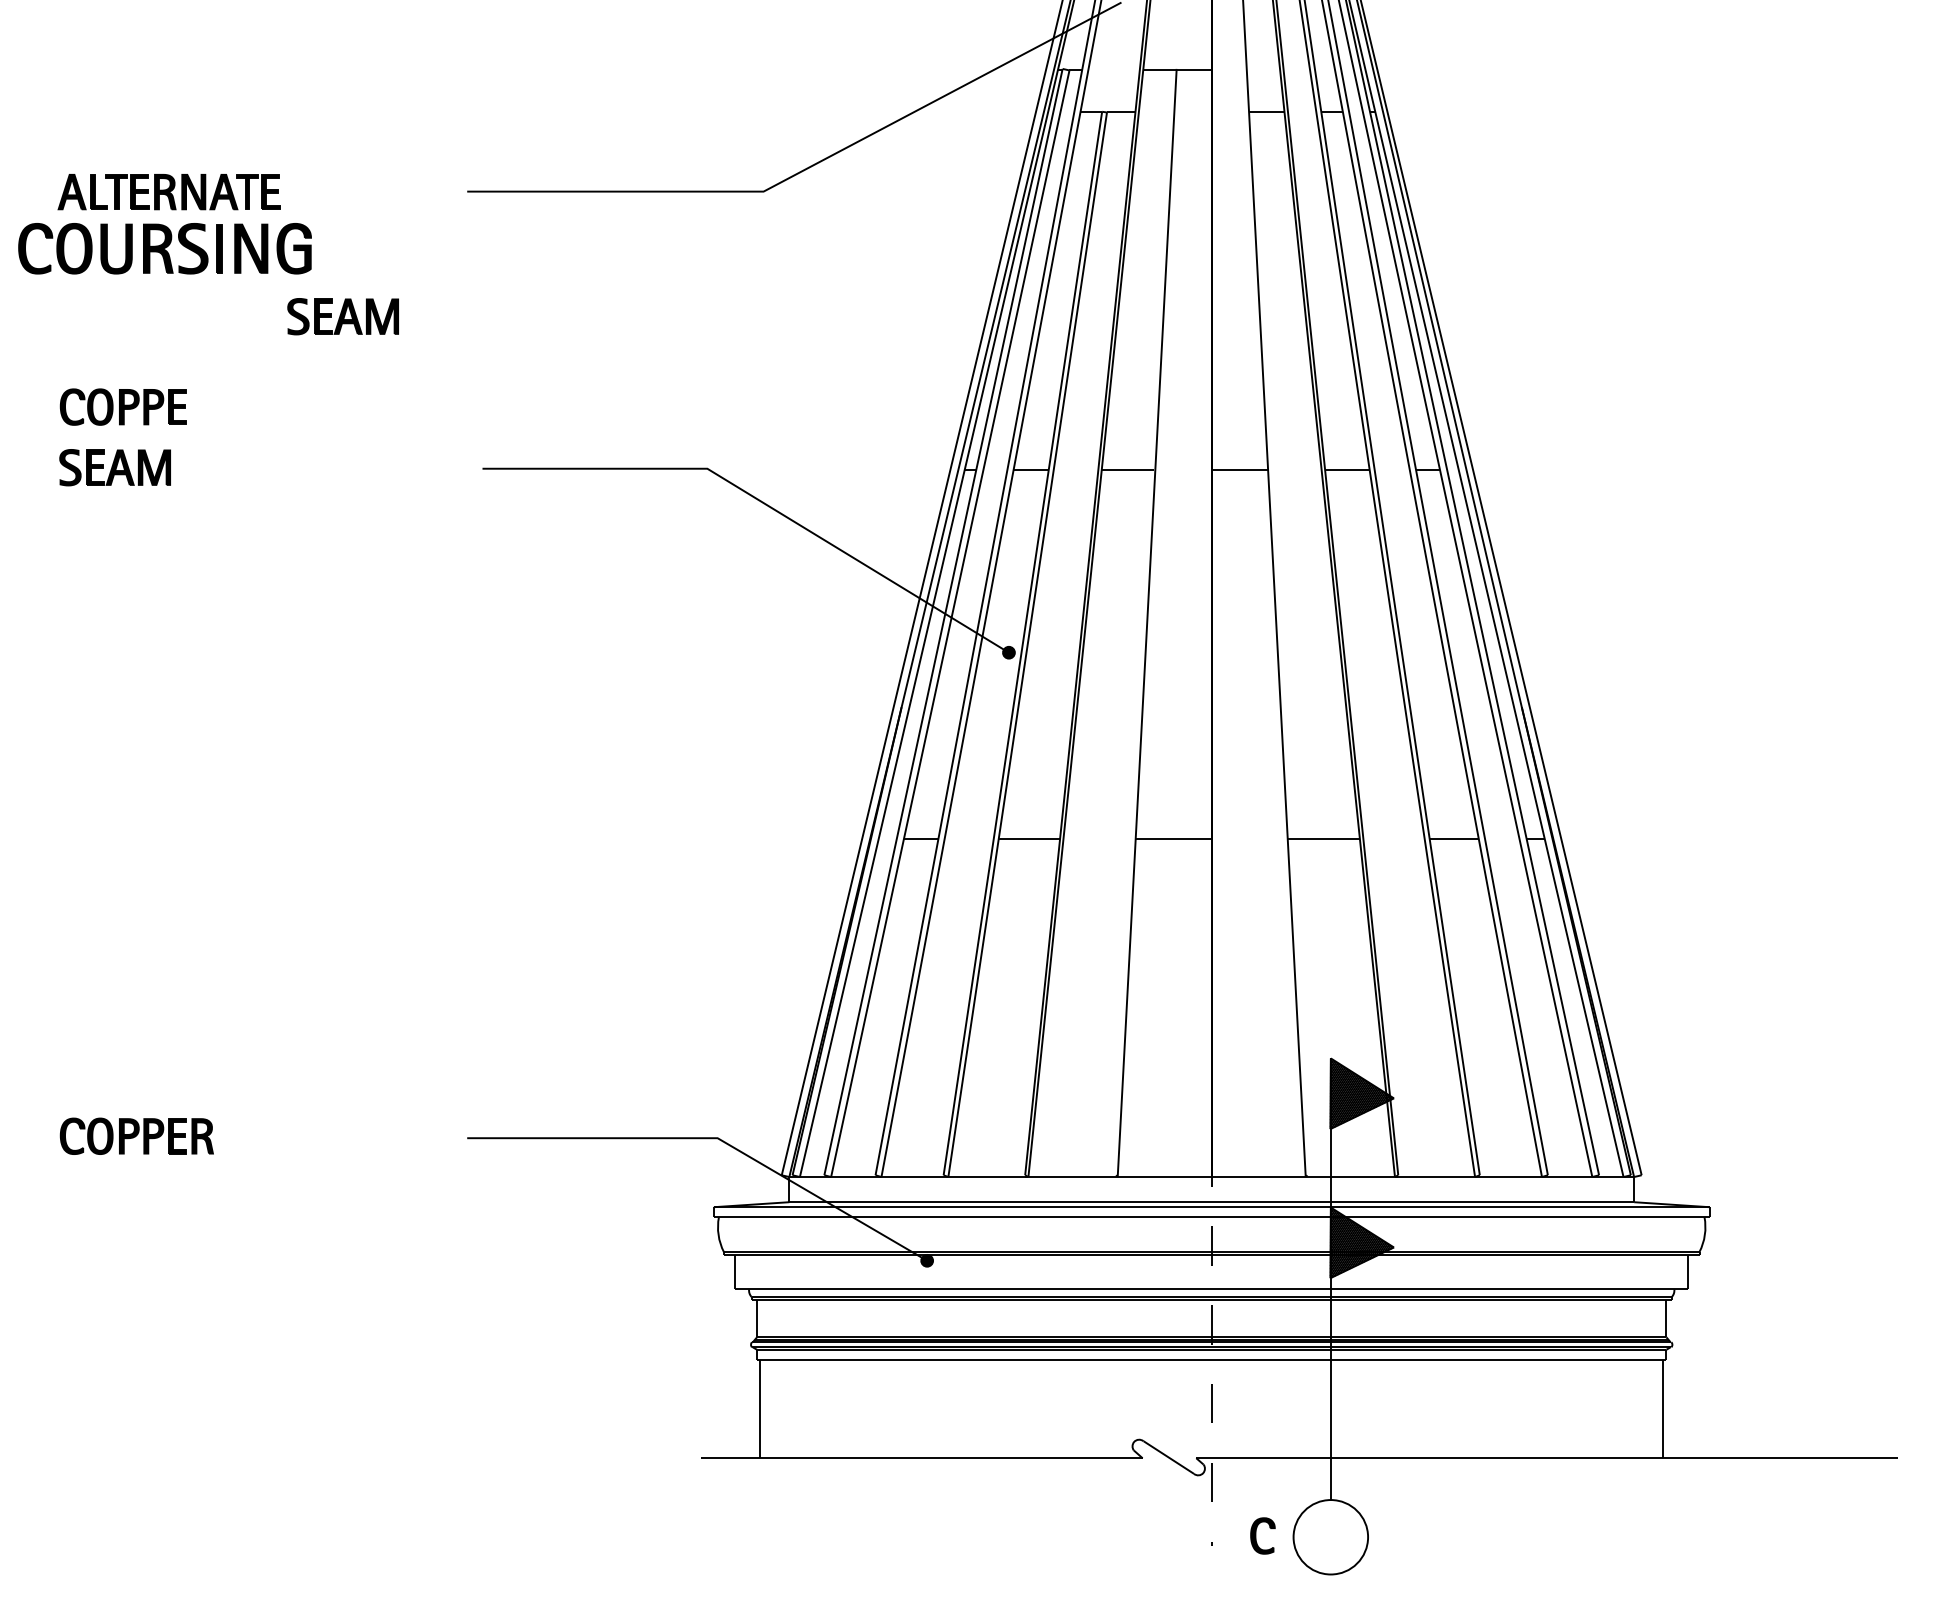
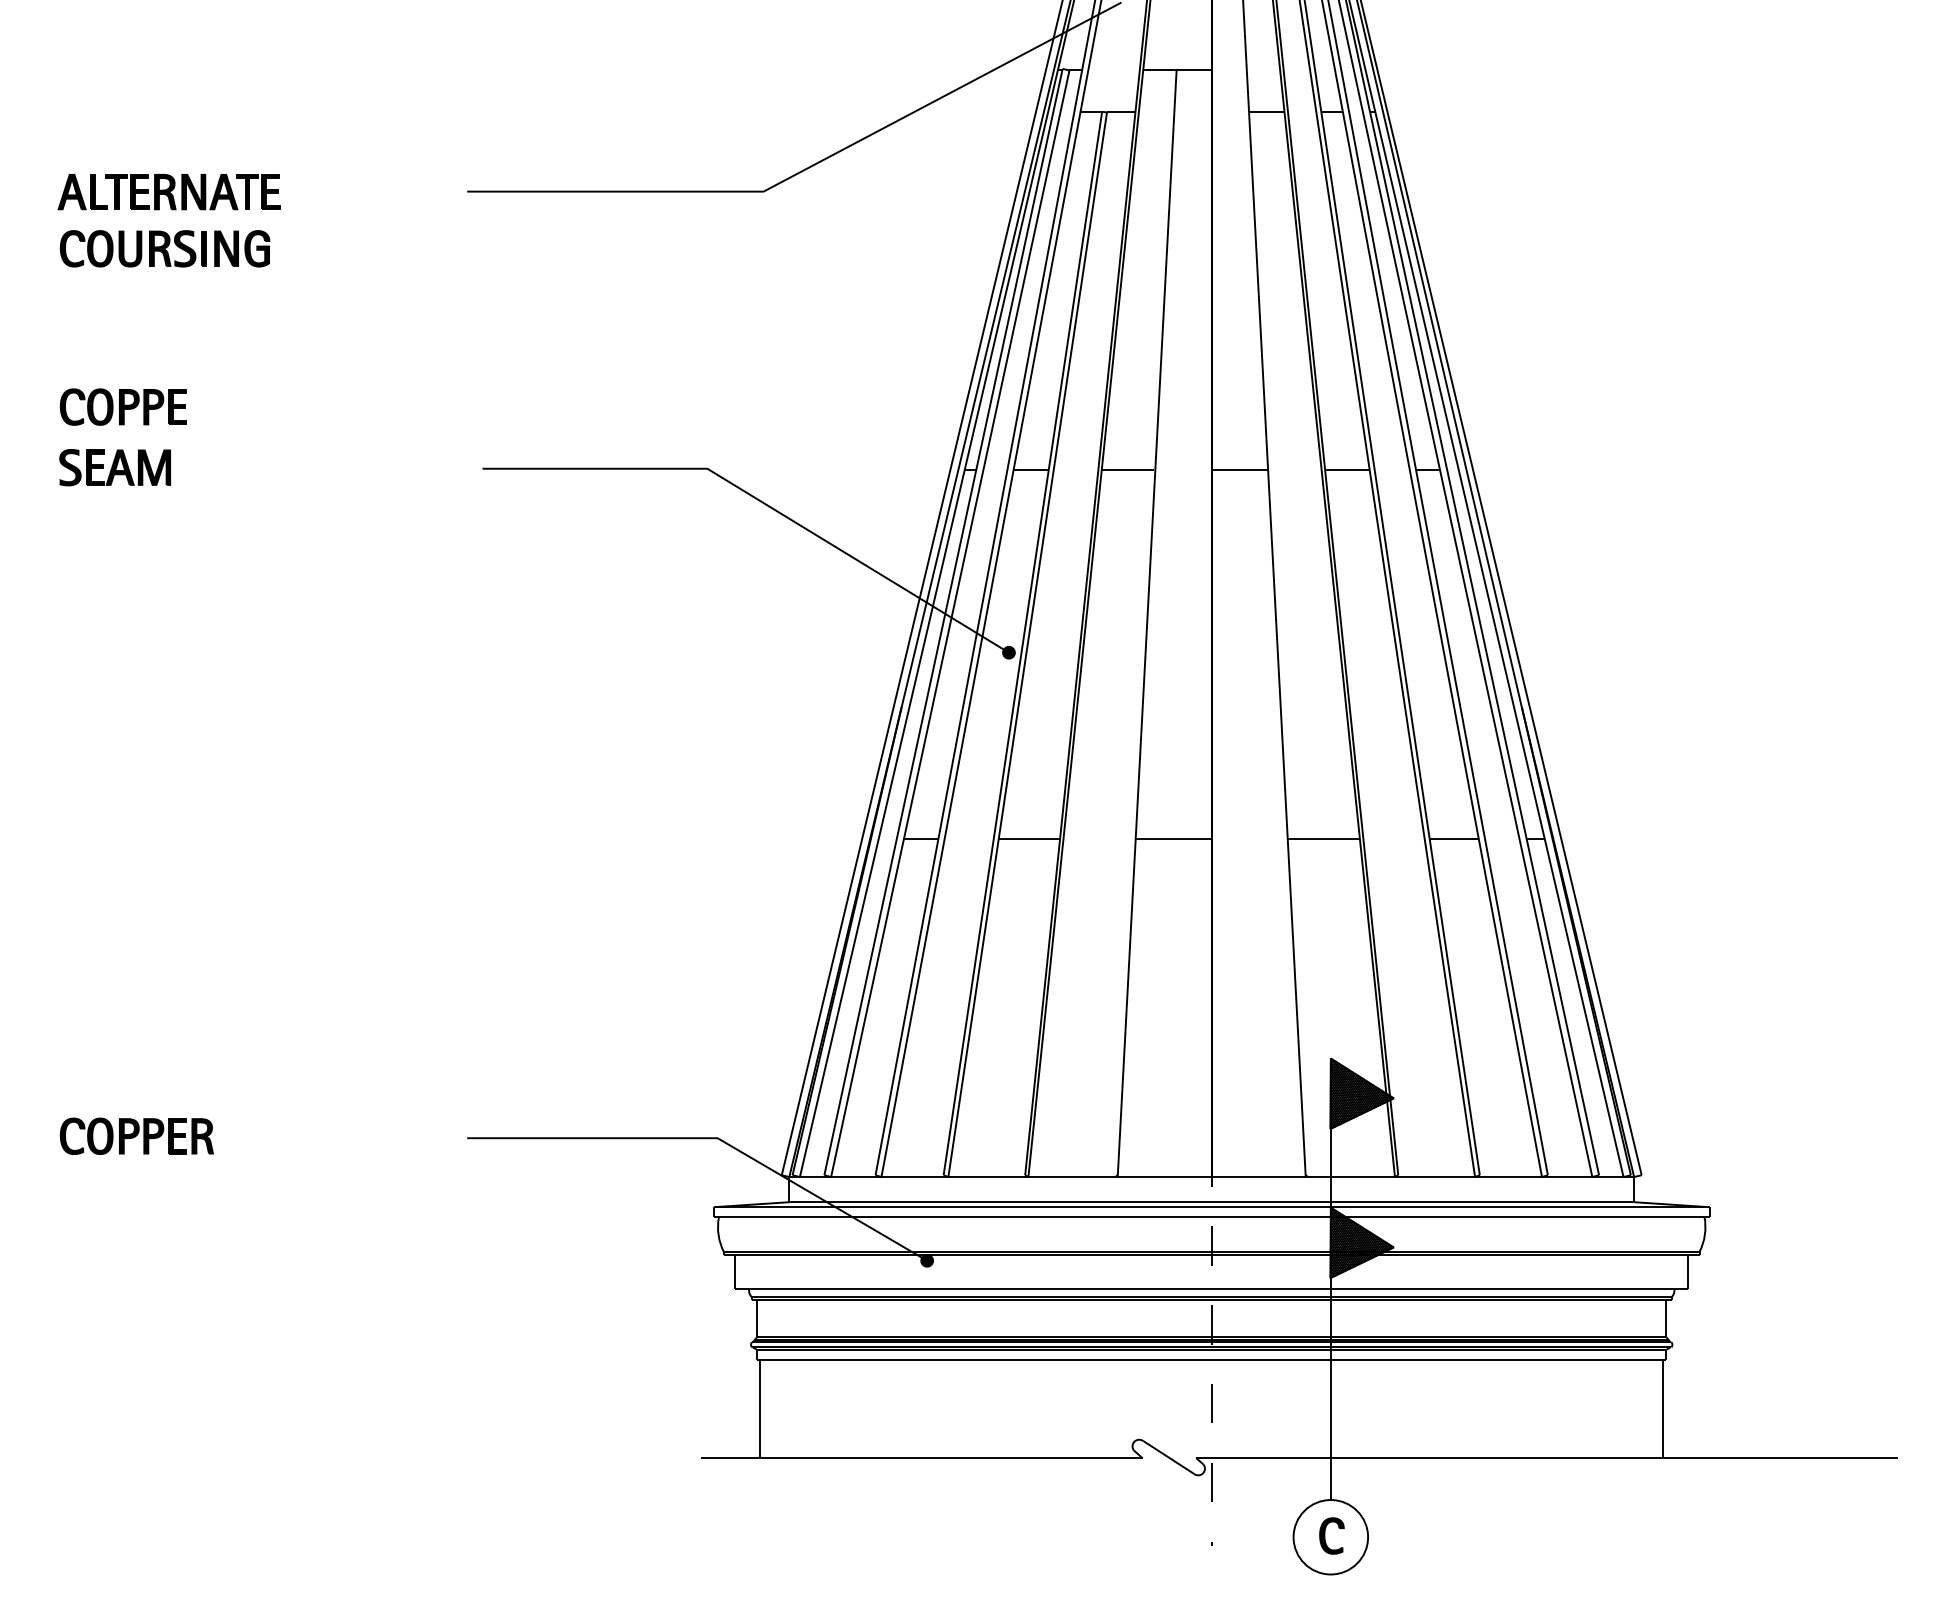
part at (164, 248) size: 294x52 px -> 212x38 px
part at (342, 316): present -> none
part at (1262, 1535) position: (1262, 1535) -> (1331, 1535)
